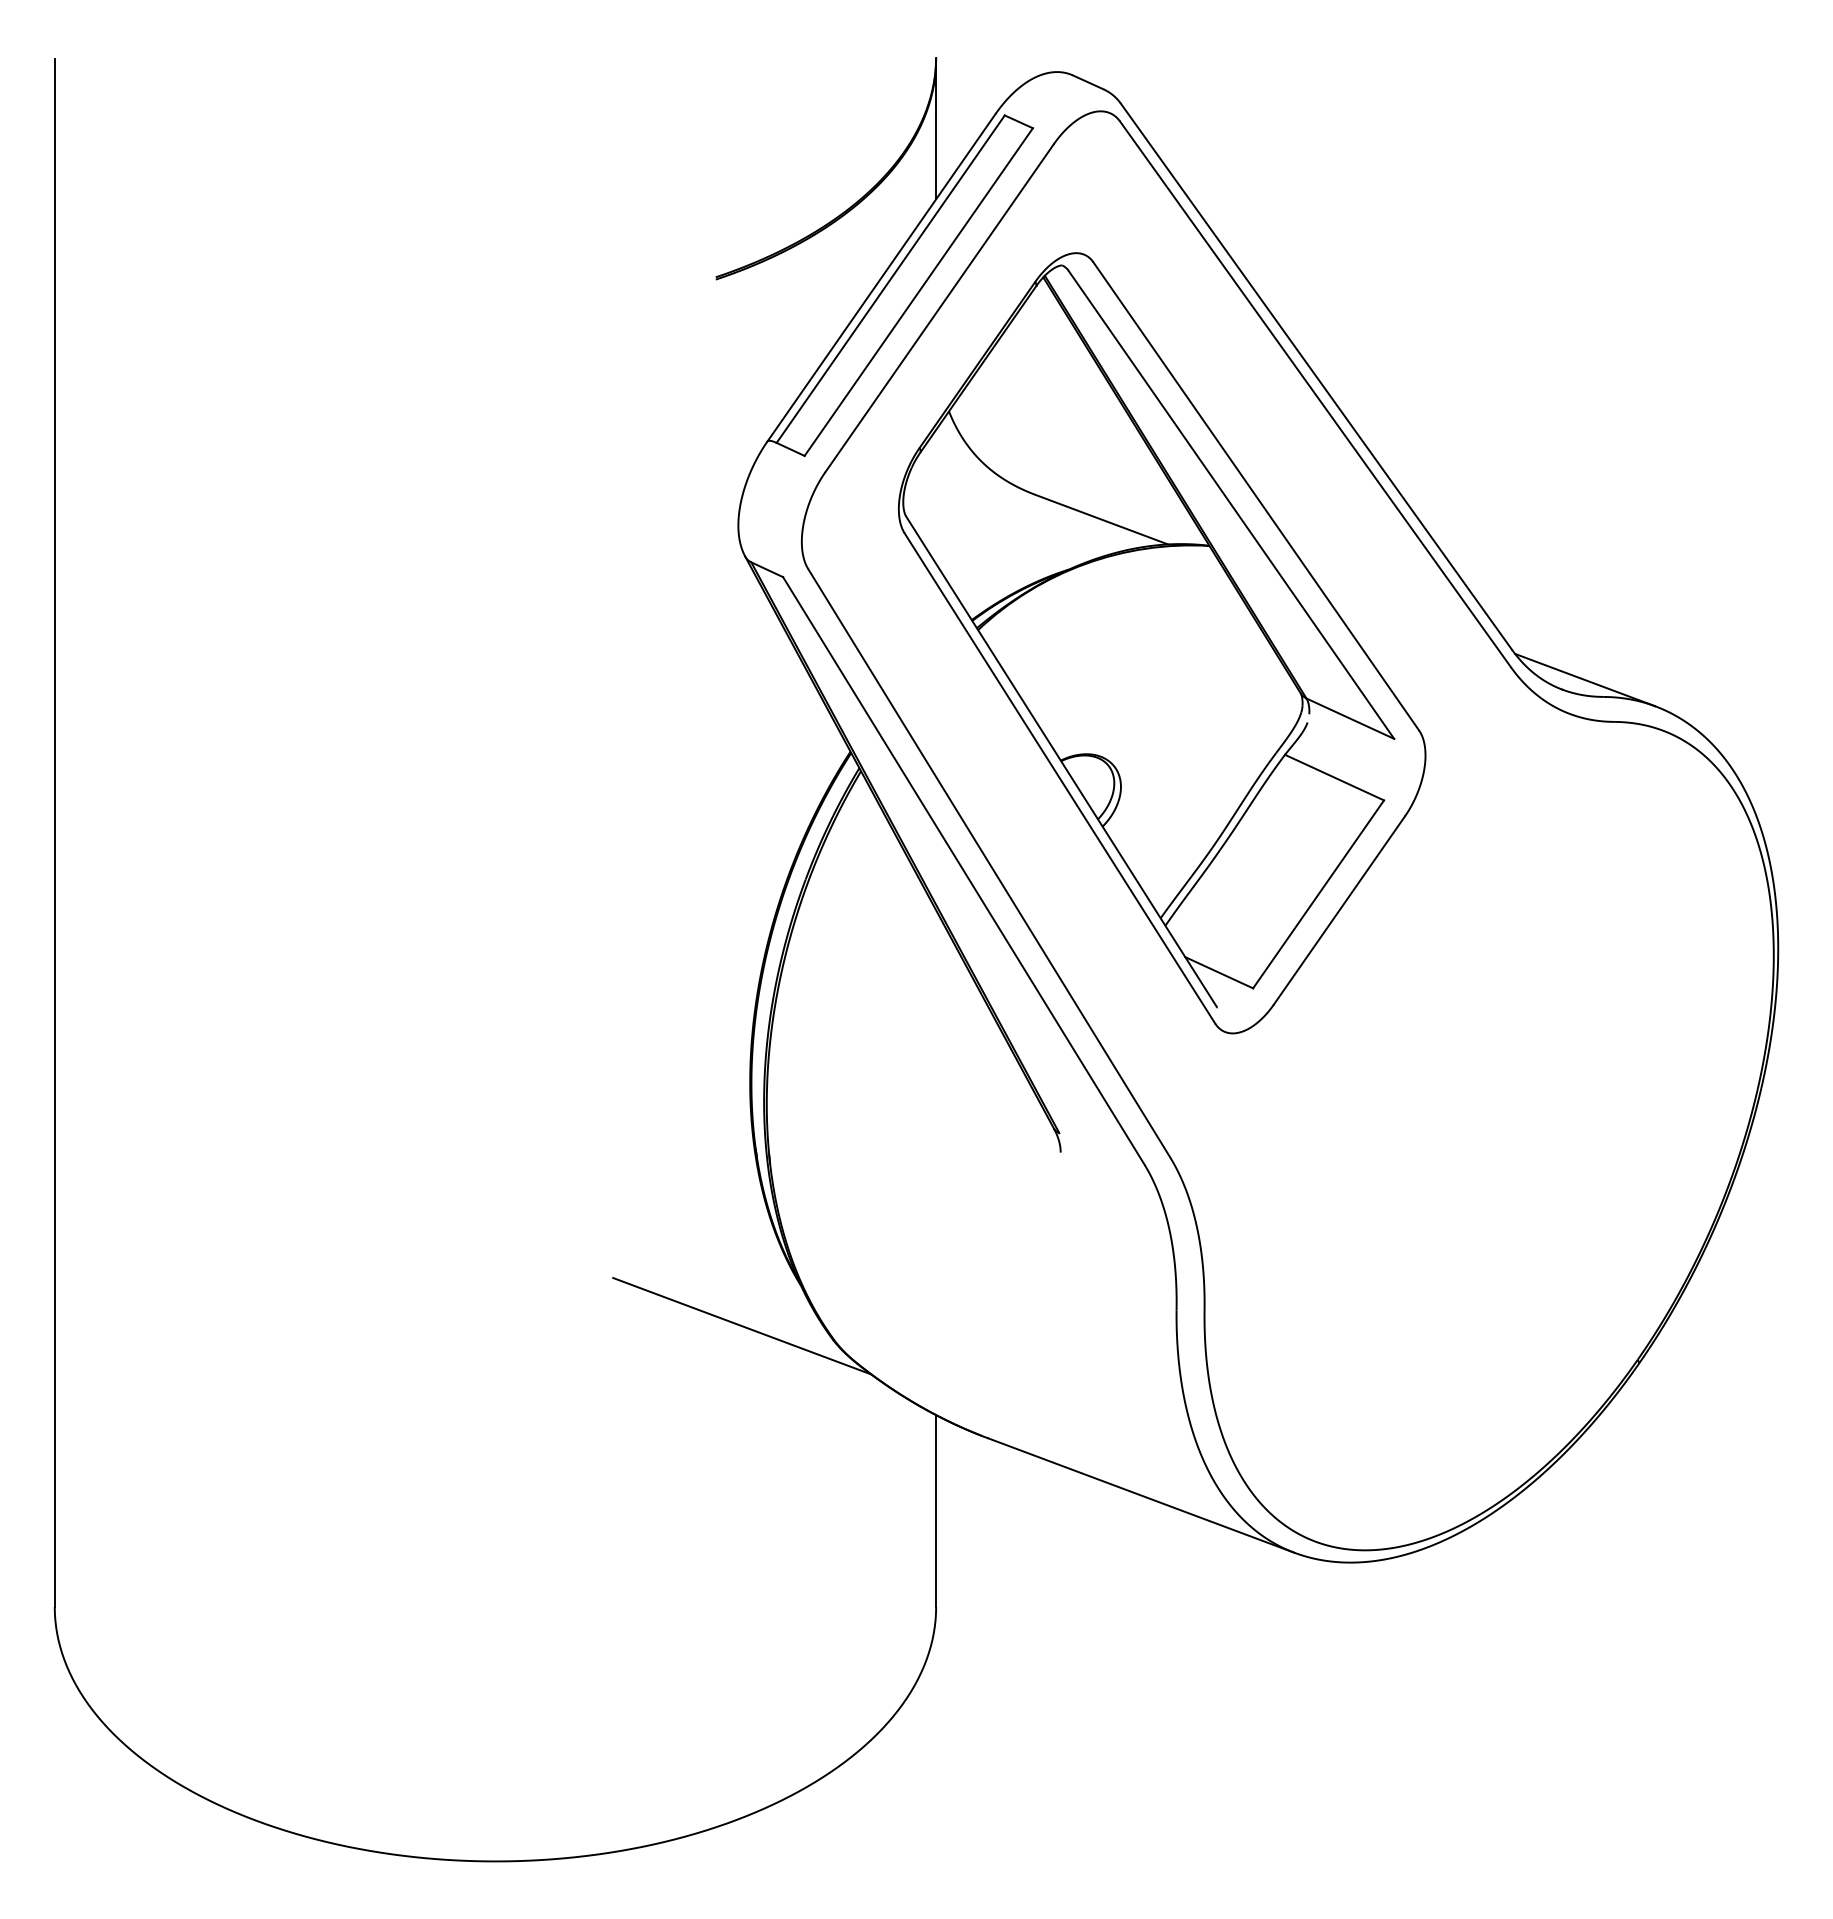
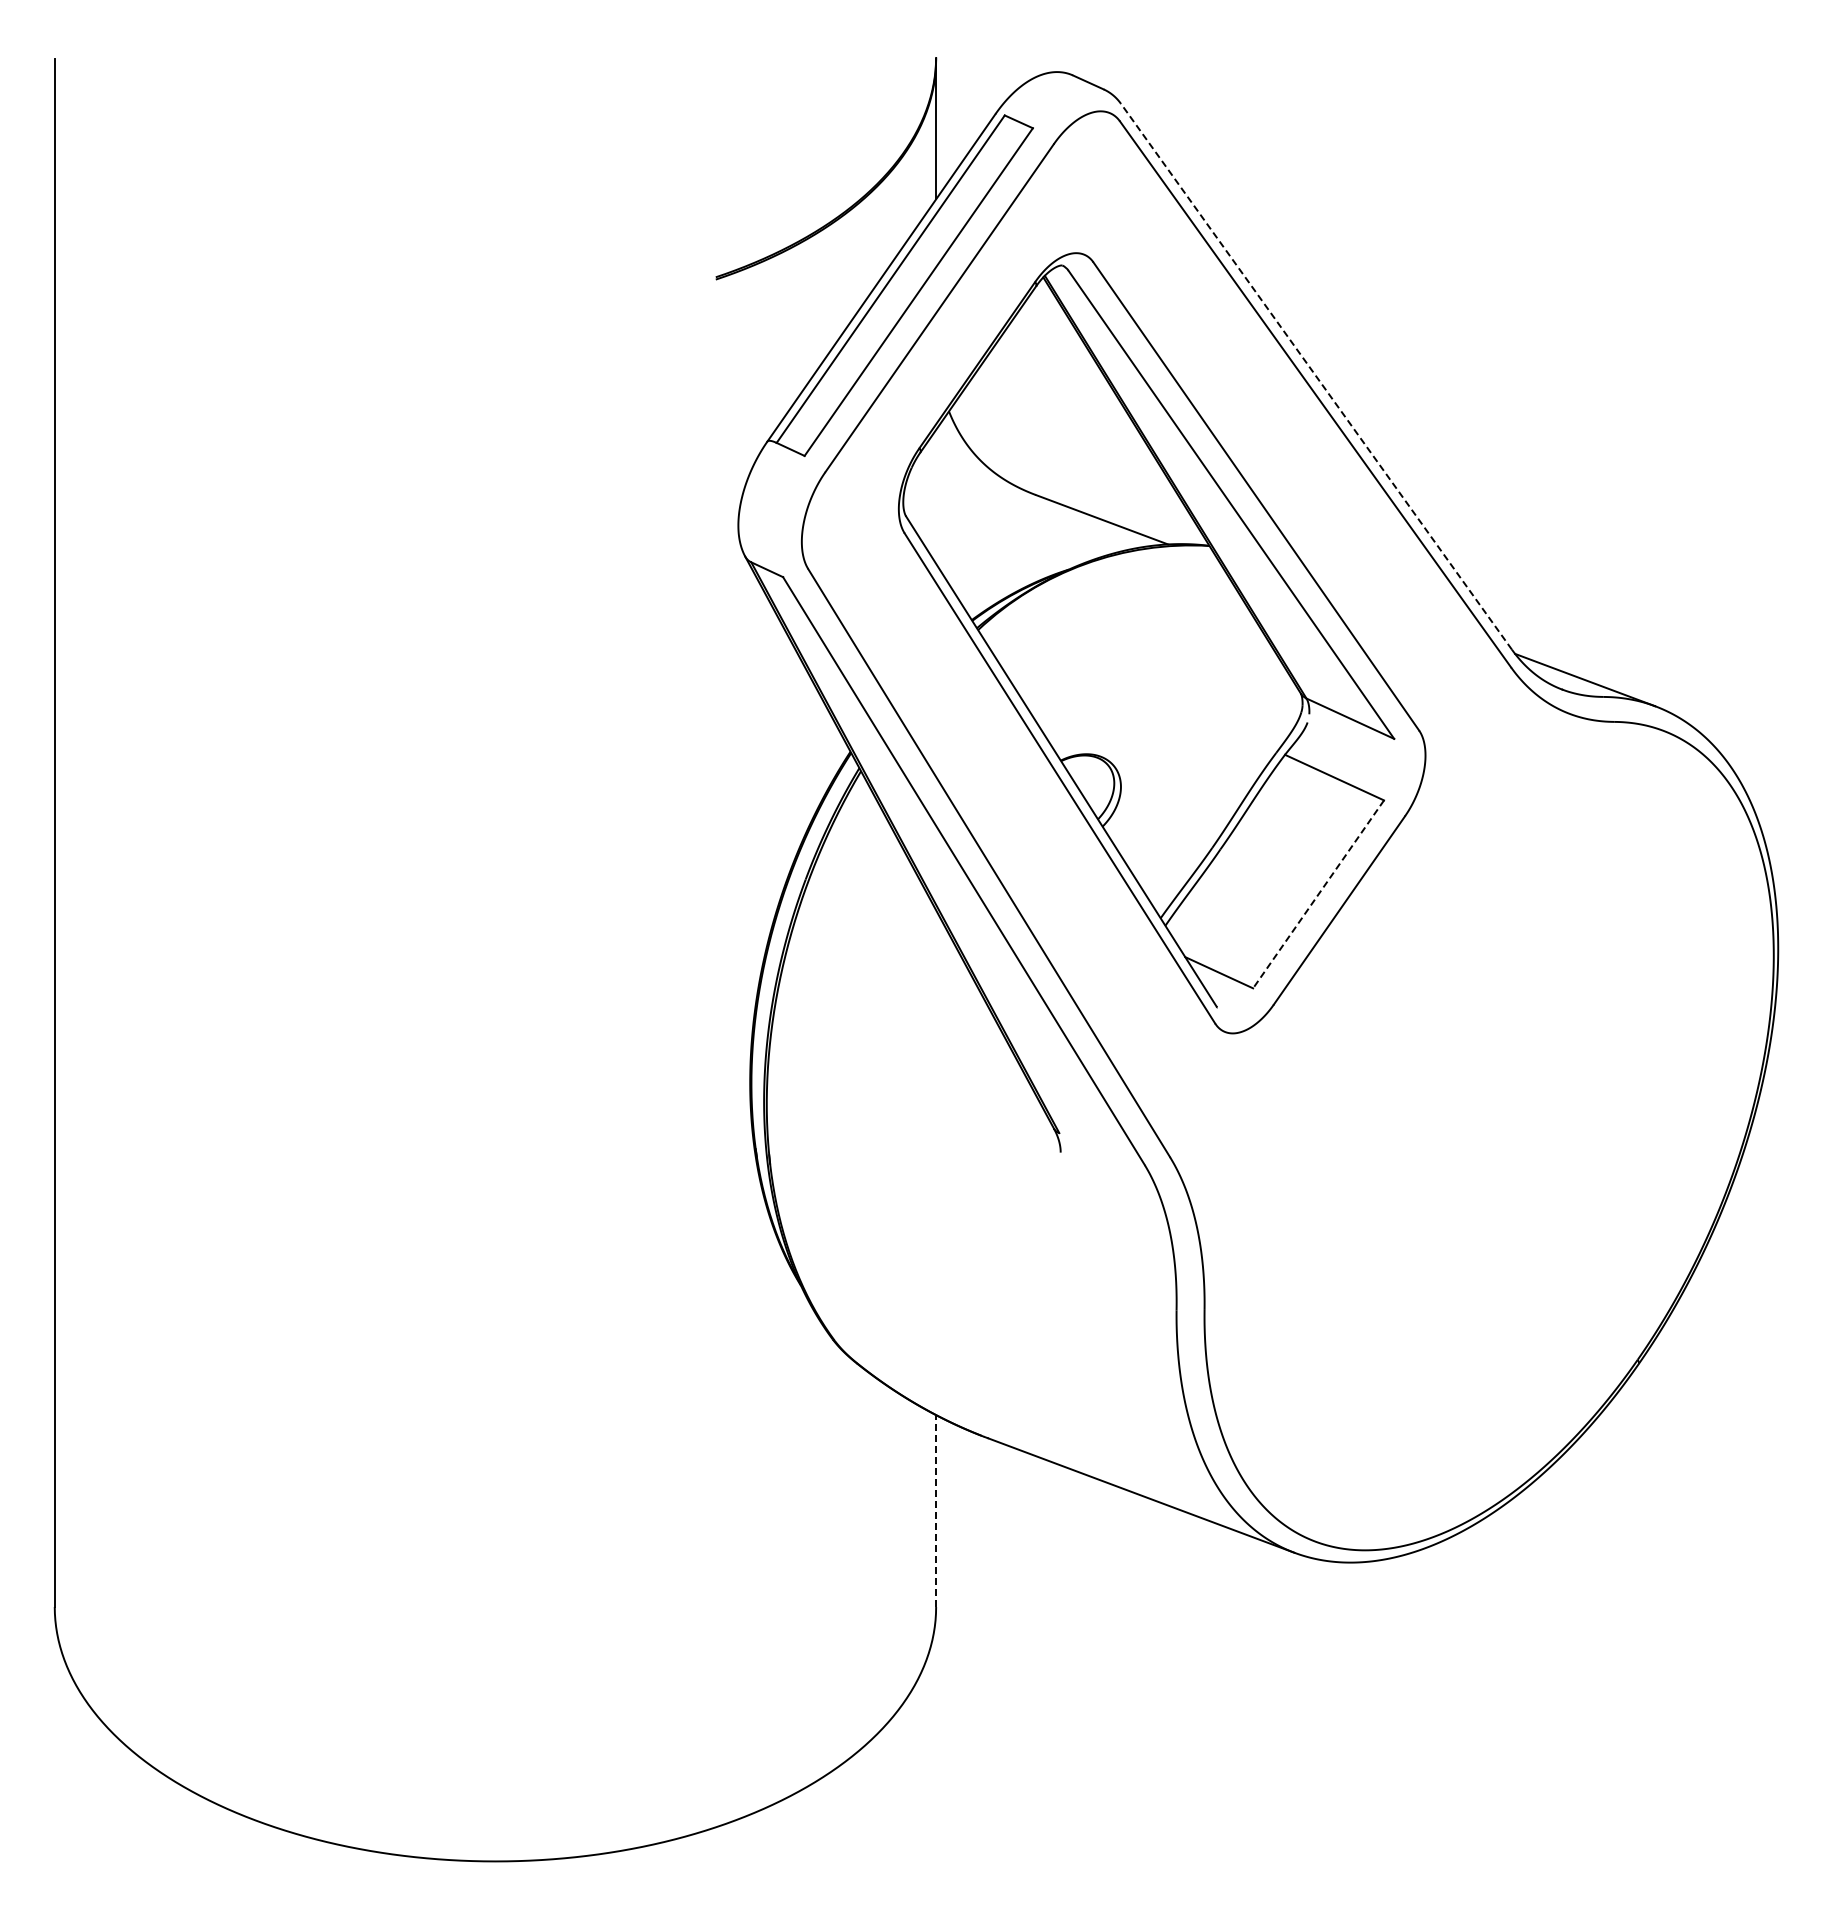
line at (1316, 376): solid -> dashed
line at (1318, 894): solid -> dashed
line at (742, 1326): present -> none
line at (936, 1511): solid -> dashed
